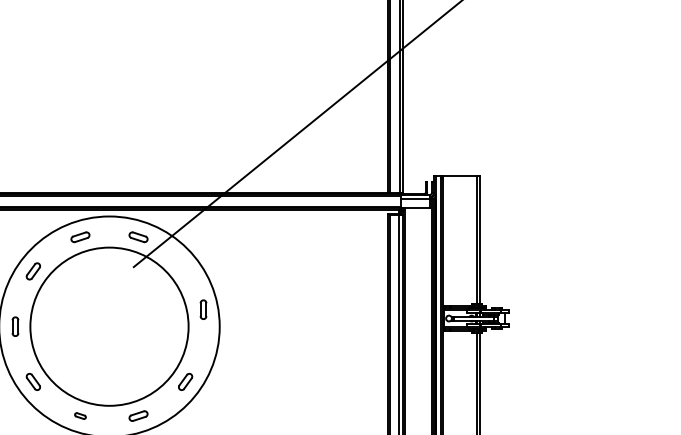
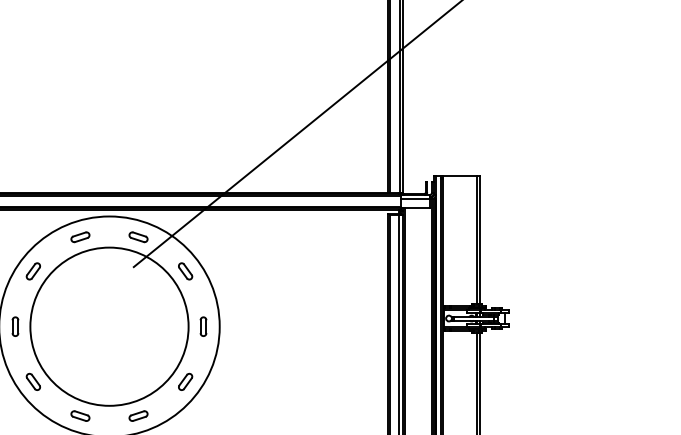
part at (185, 271): none -> present
part at (203, 309) position: (203, 309) -> (203, 326)
part at (80, 415) size: 13x8 px -> 21x12 px
